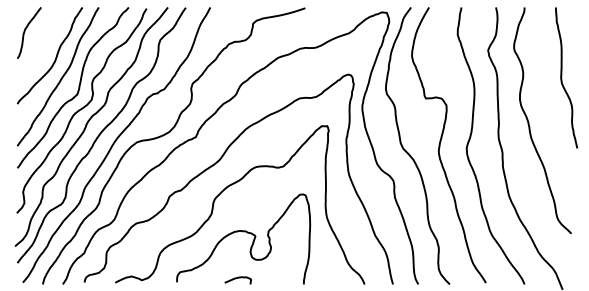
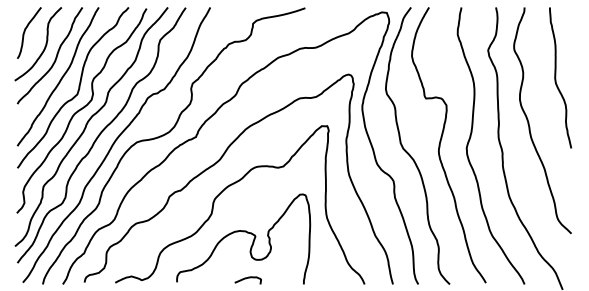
curve at (44, 46): none -> present
curve at (562, 77) position: (562, 77) -> (556, 77)
curve at (236, 279) position: (236, 279) -> (246, 279)
